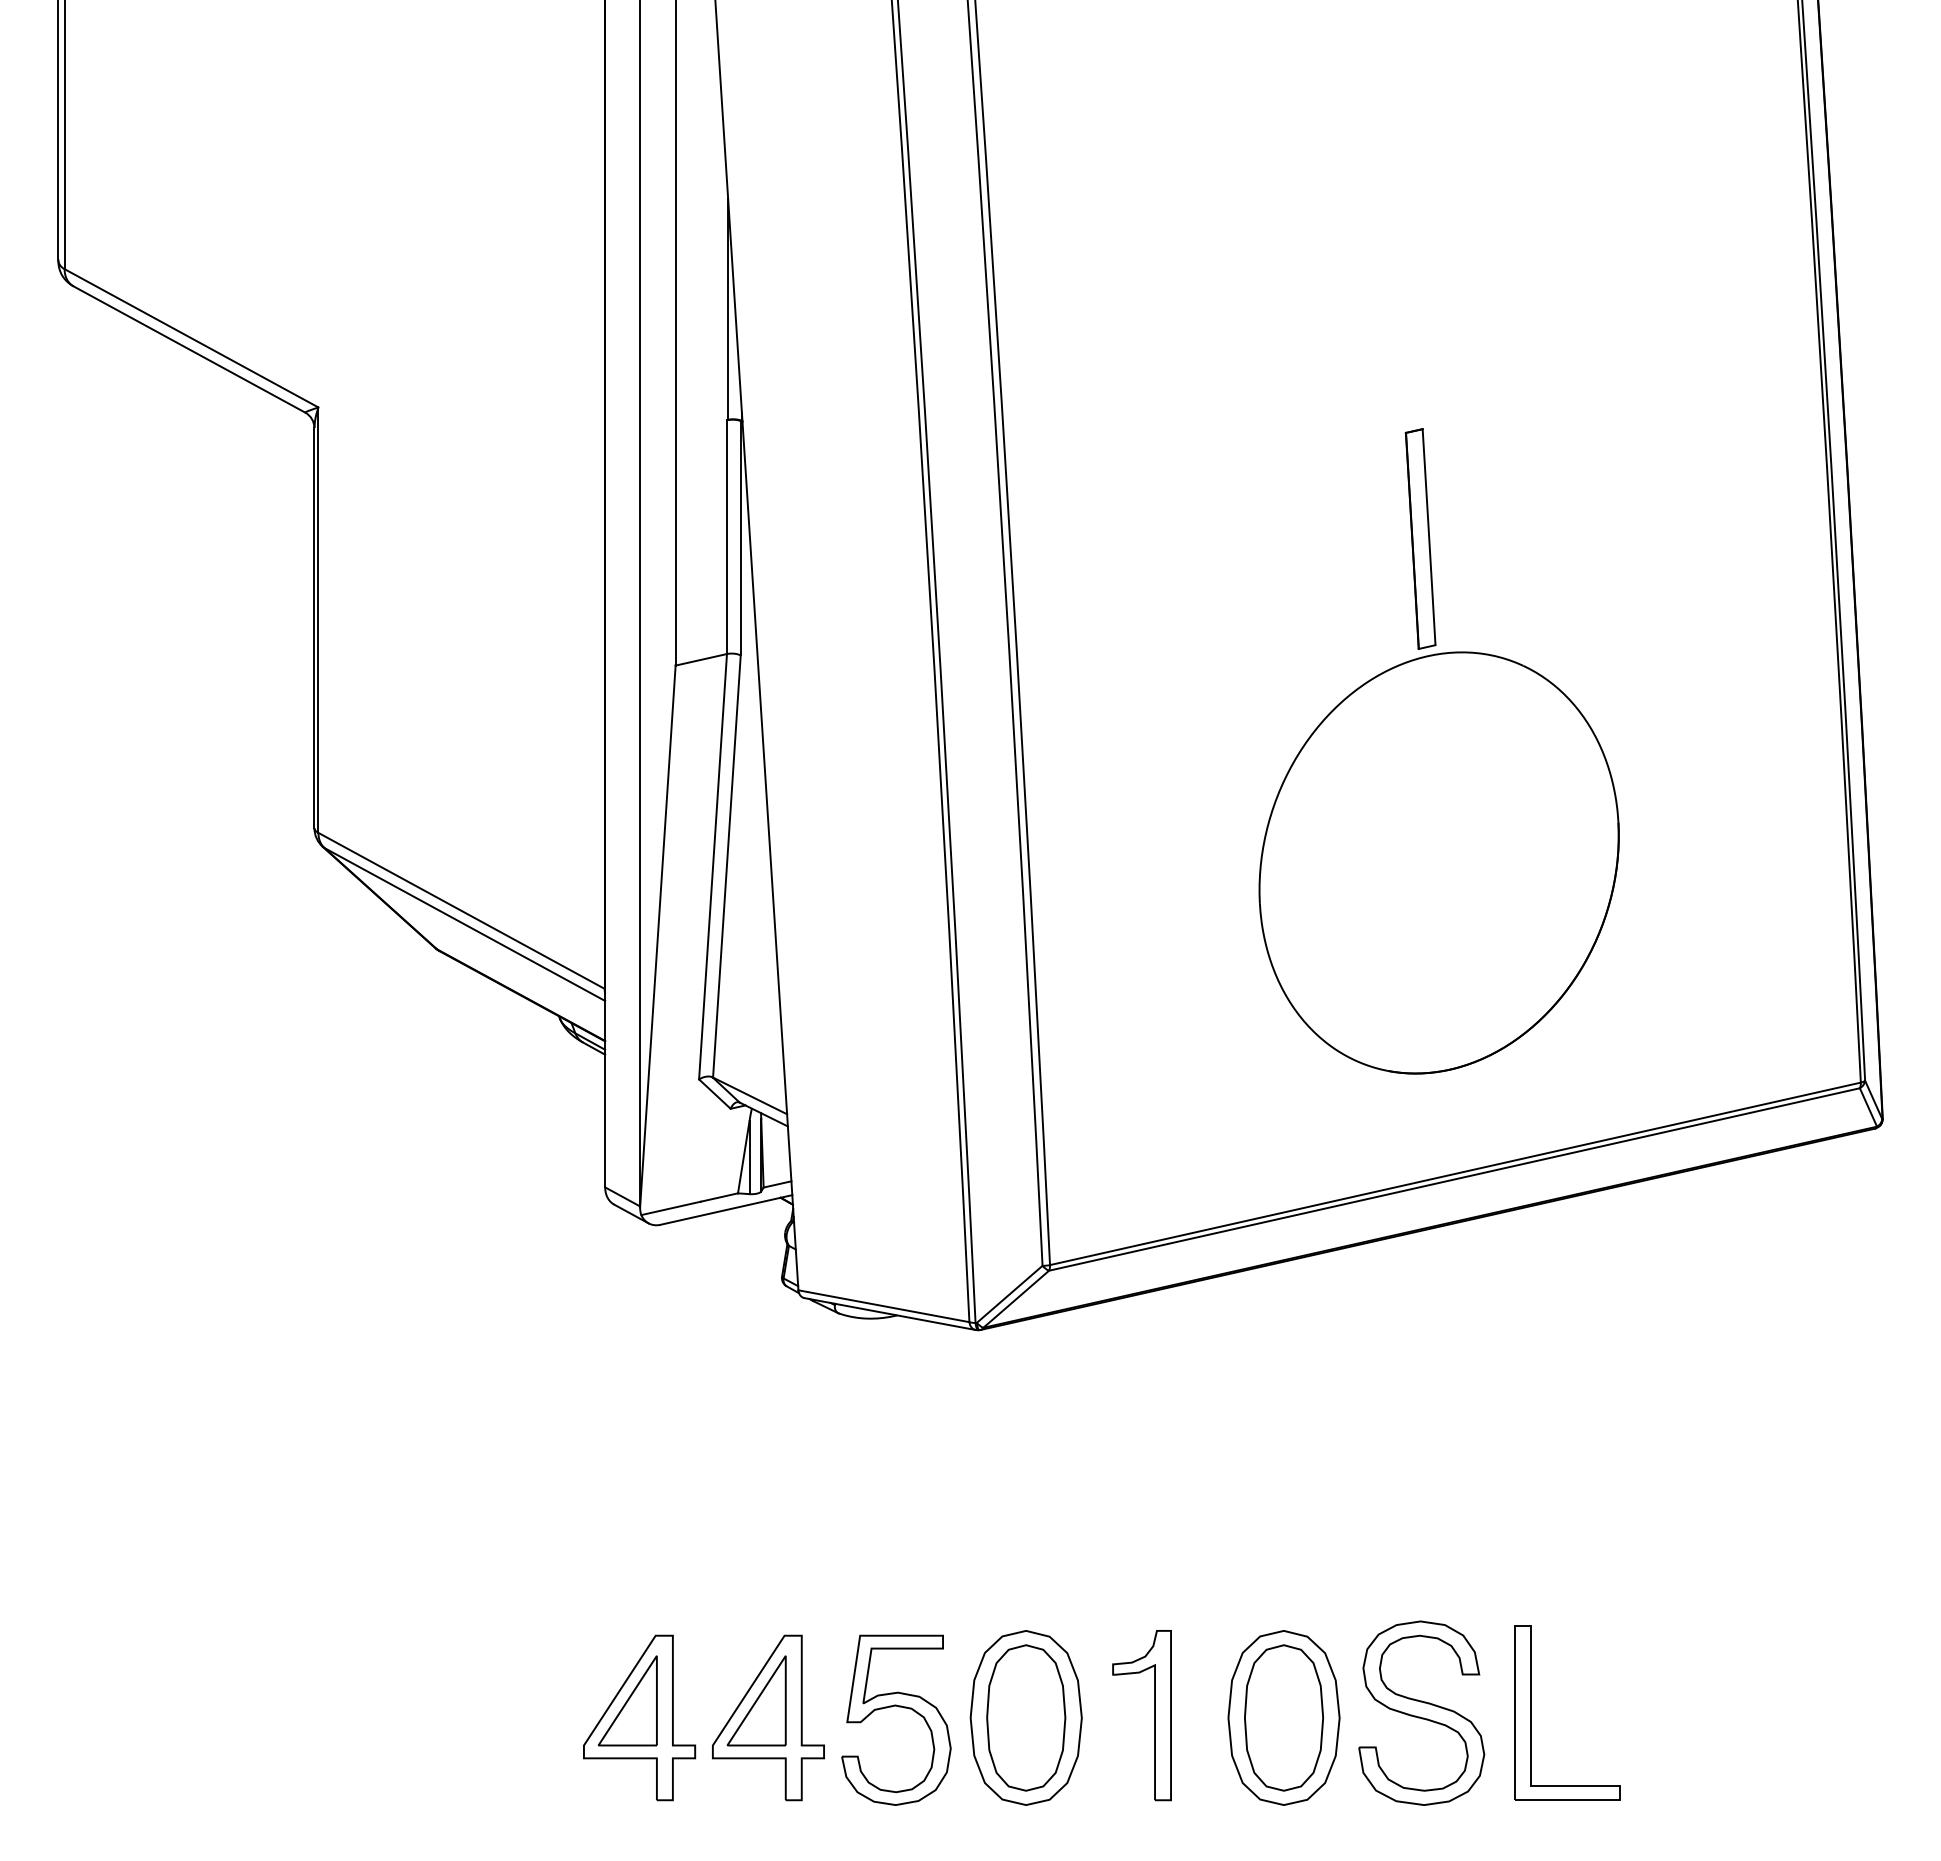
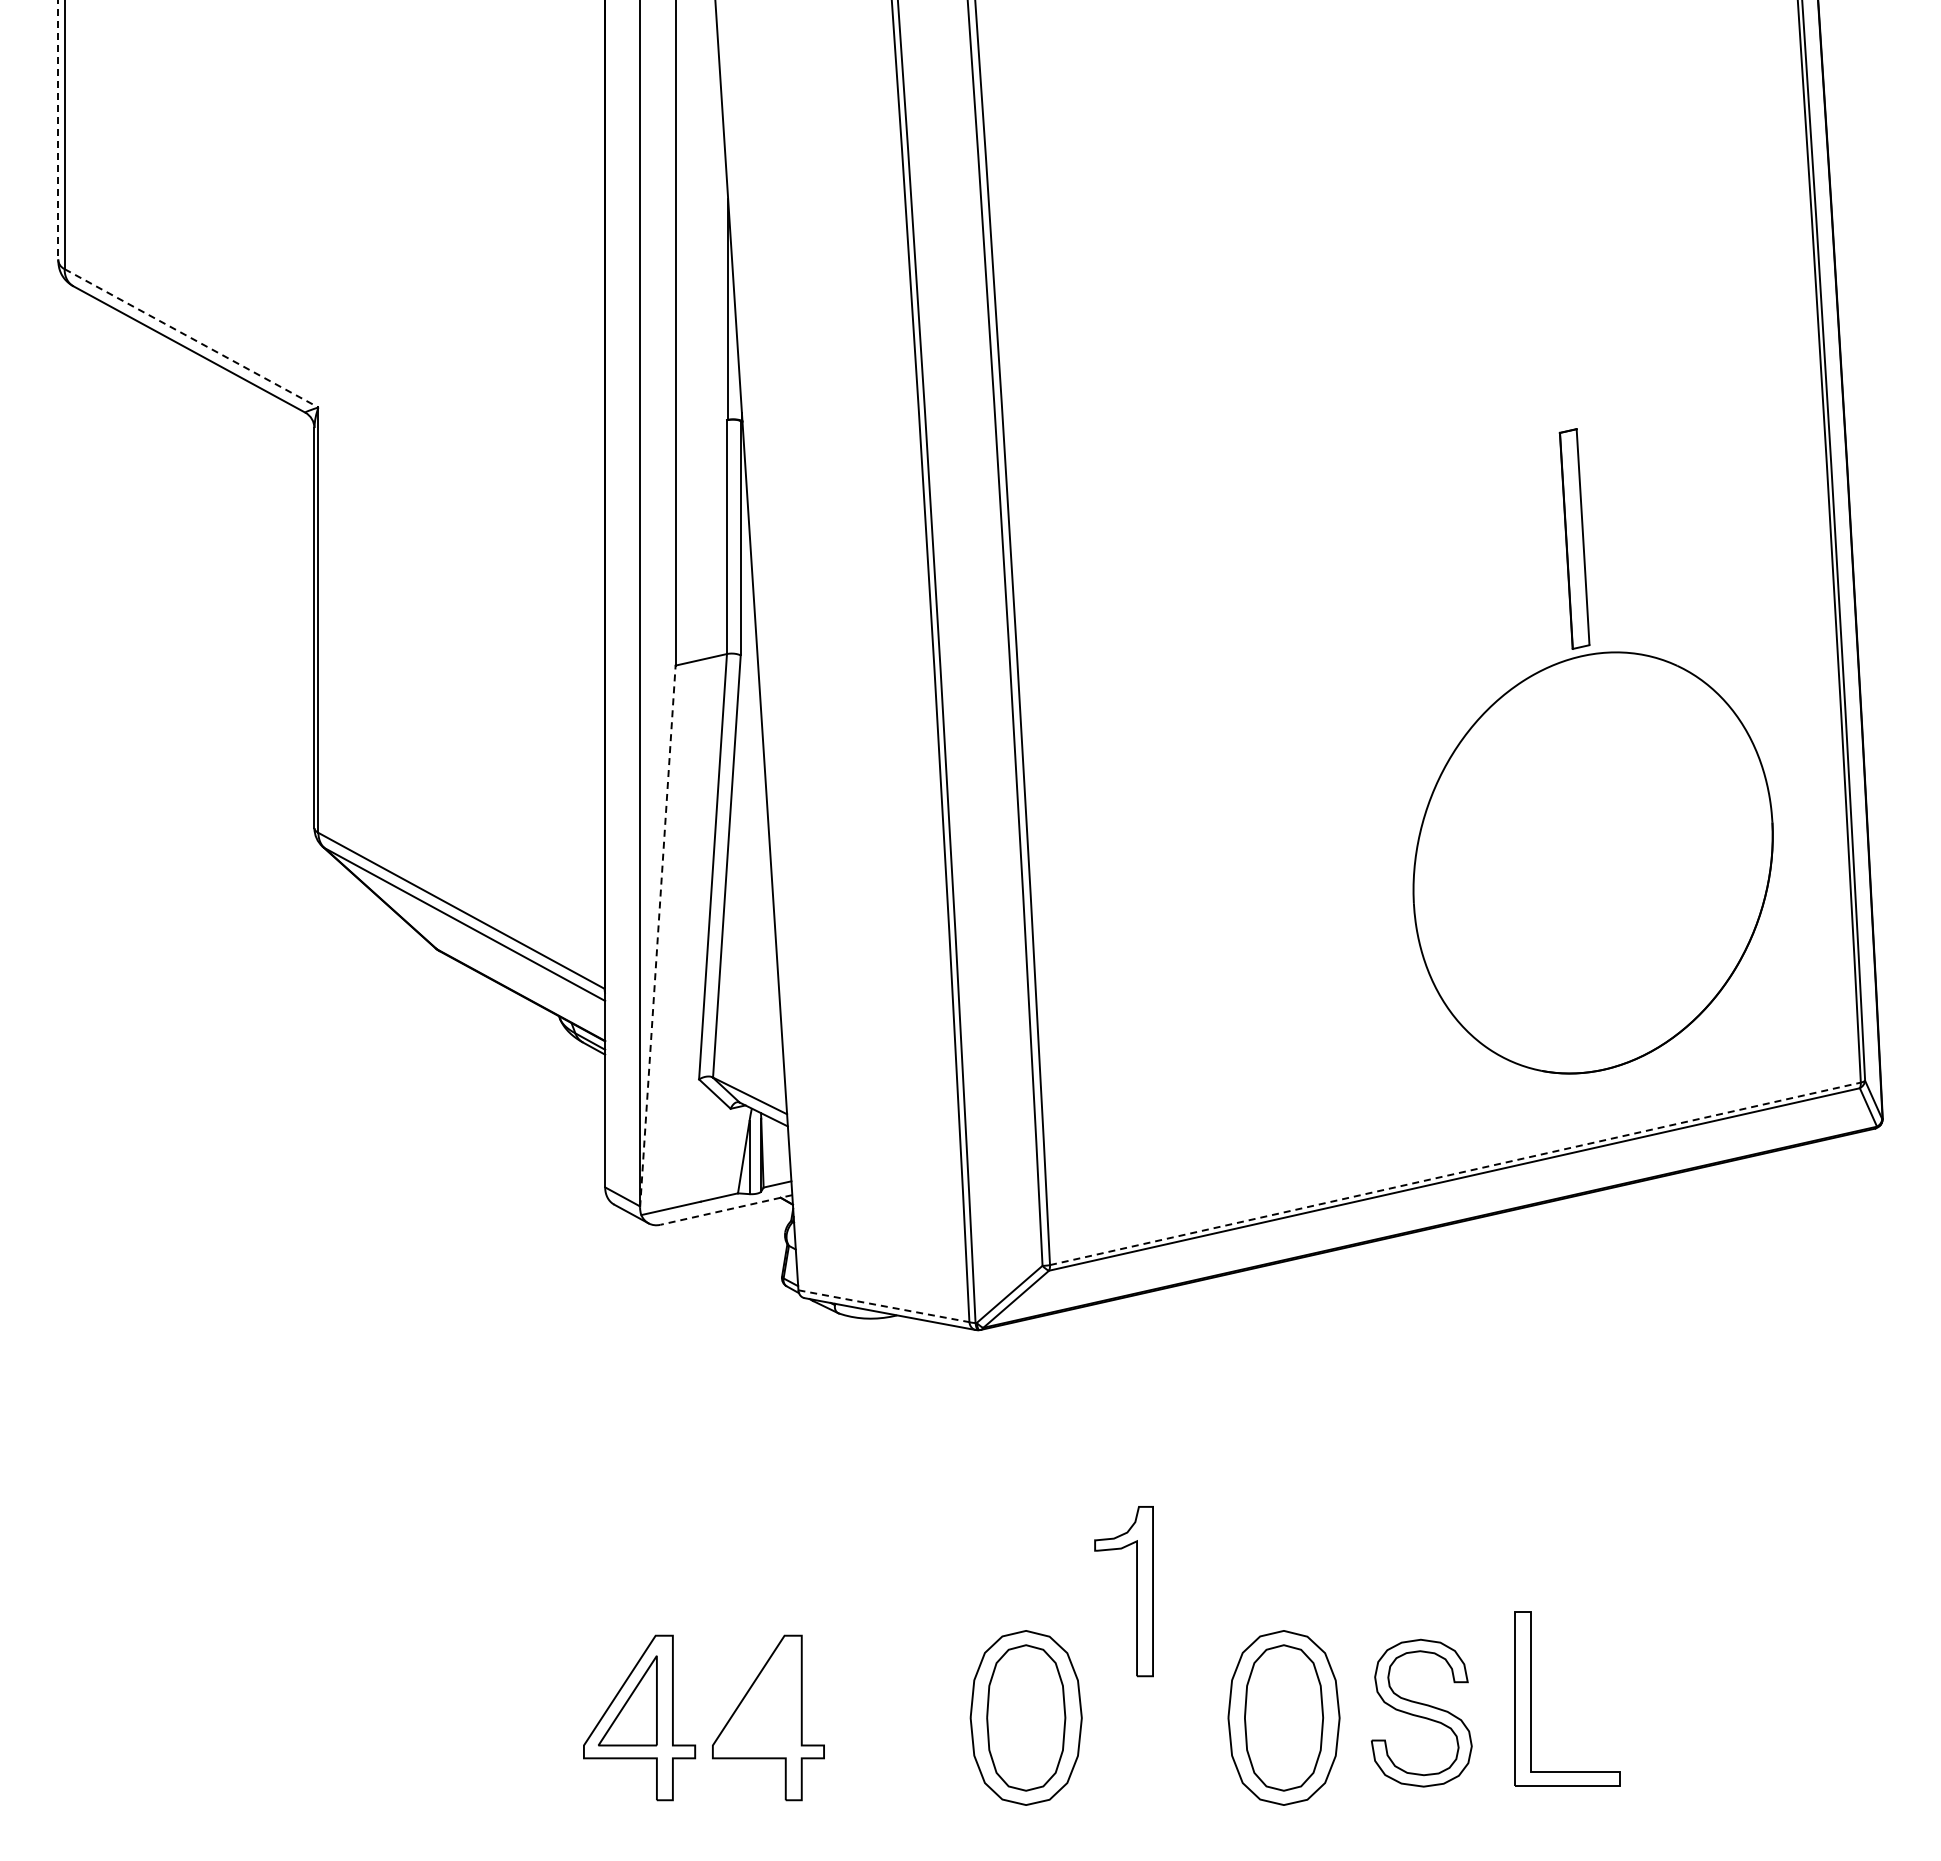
line at (58, 130): solid -> dashed
line at (191, 338): solid -> dashed
part at (1438, 751) position: (1438, 751) -> (1592, 751)
line at (657, 935): solid -> dashed
line at (1455, 1173): solid -> dashed
line at (726, 1210): solid -> dashed
line at (883, 1306): solid -> dashed
part at (756, 1700): present -> none
part at (899, 1707): present -> none
part at (1421, 1712) size: 128x186 px -> 102x150 px
part at (1531, 1712) position: (1531, 1712) -> (1531, 1698)
part at (1154, 1715) position: (1154, 1715) -> (1136, 1591)
